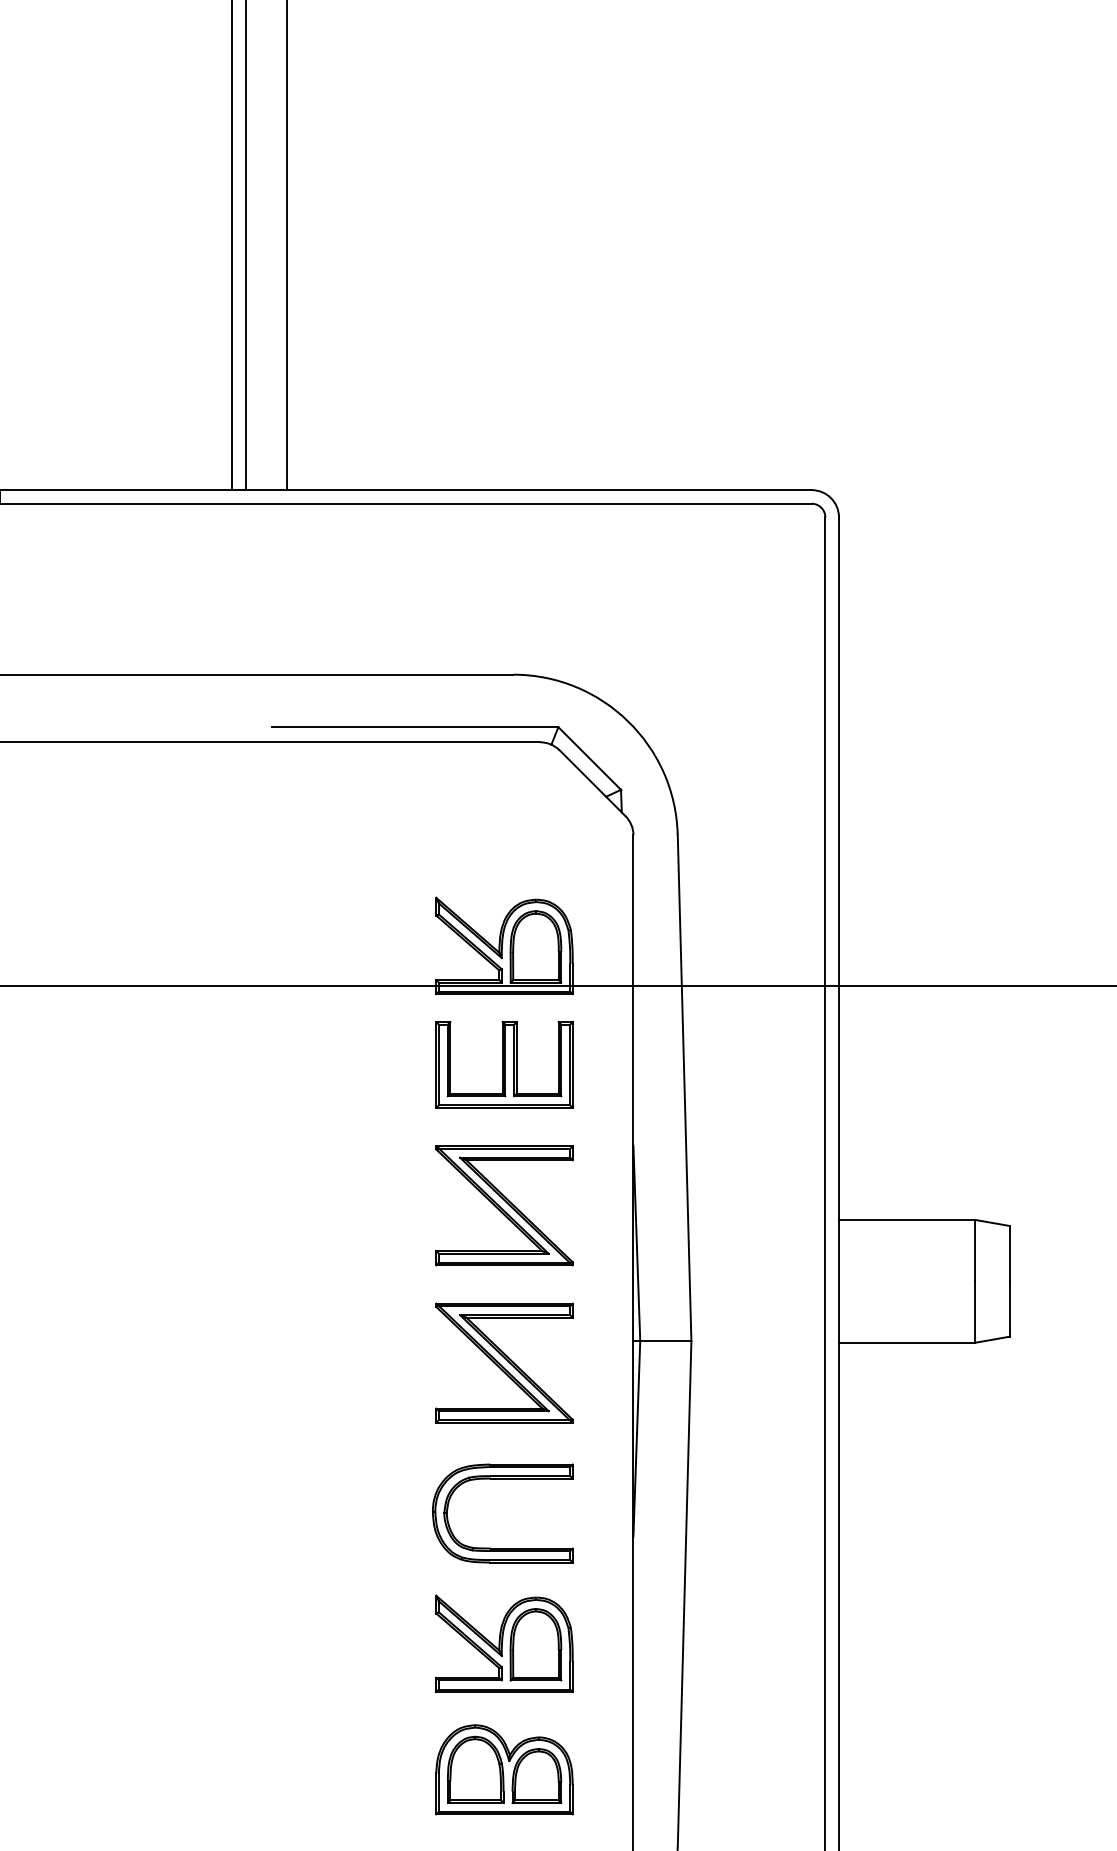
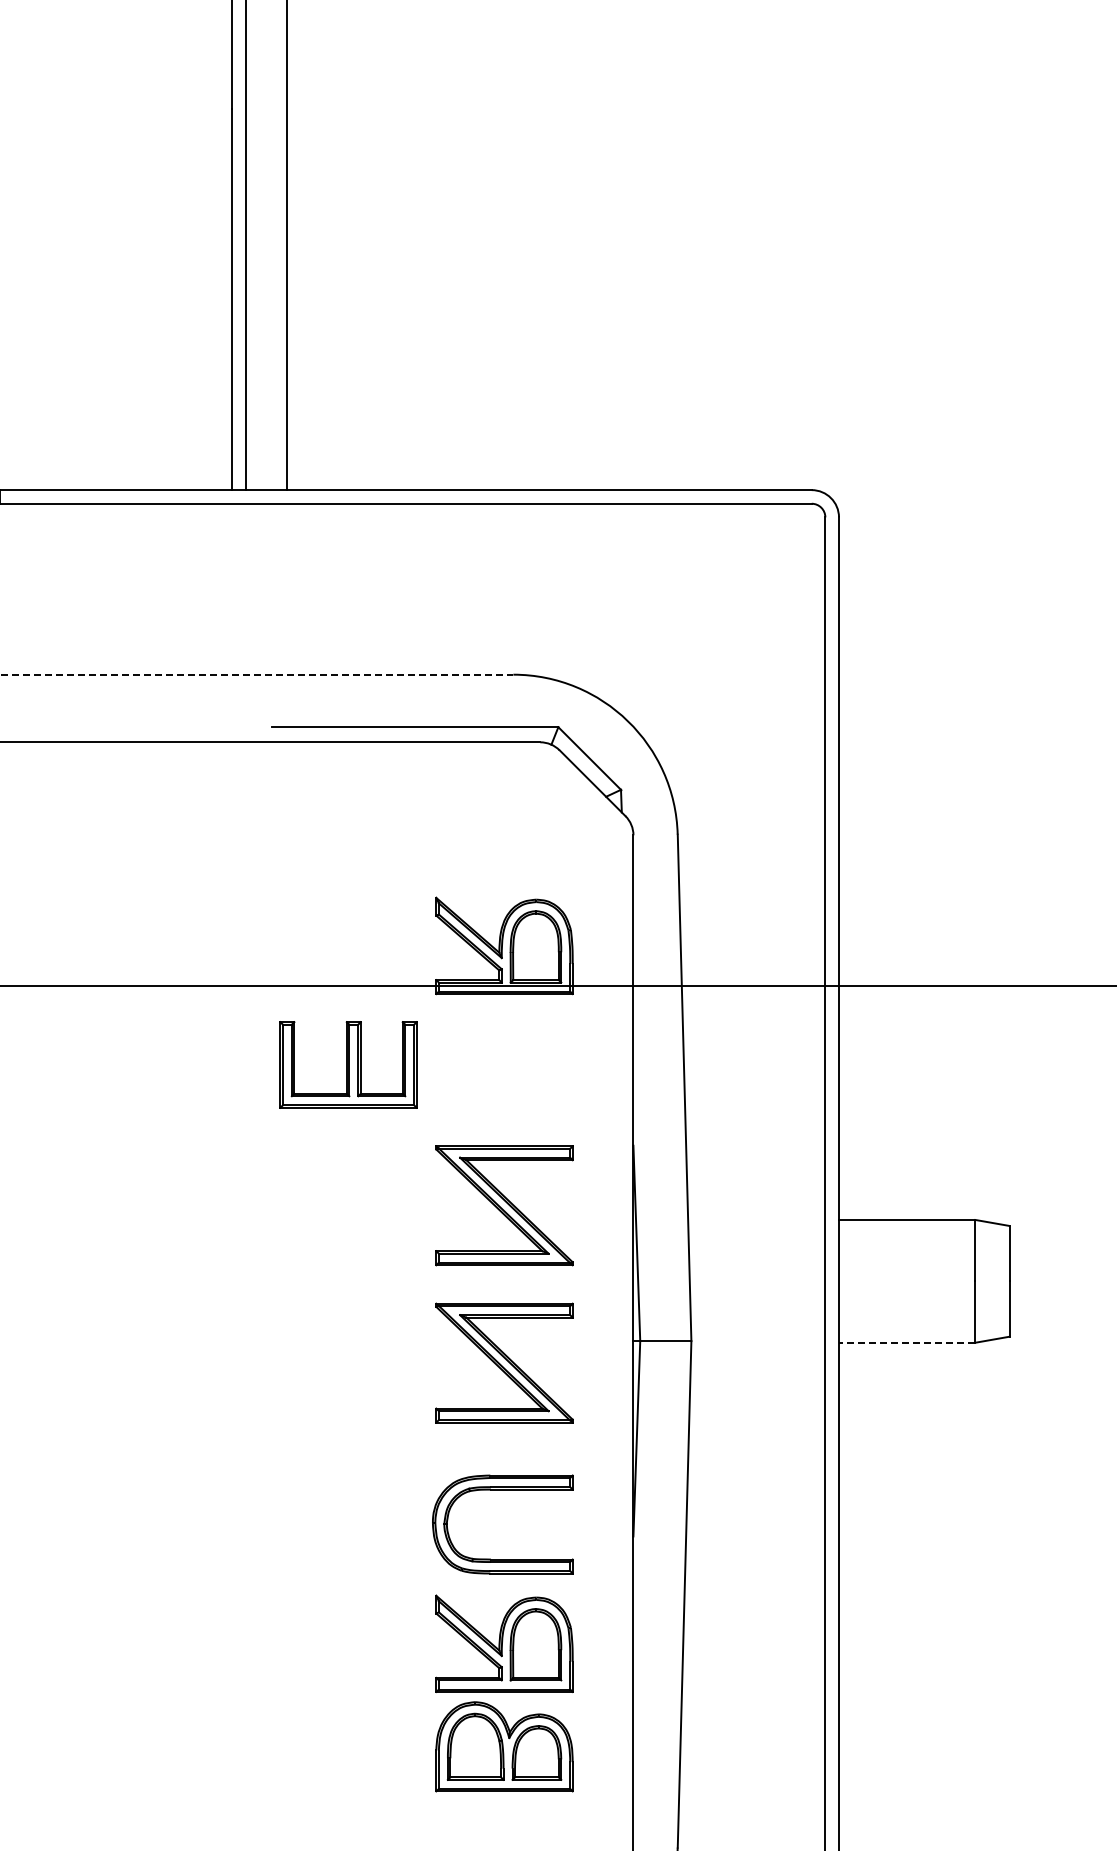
line at (257, 674): solid -> dashed
part at (504, 1064) position: (504, 1064) -> (348, 1064)
line at (906, 1342): solid -> dashed
part at (502, 1479) position: (502, 1479) -> (502, 1490)
part at (504, 1769) position: (504, 1769) -> (504, 1746)
